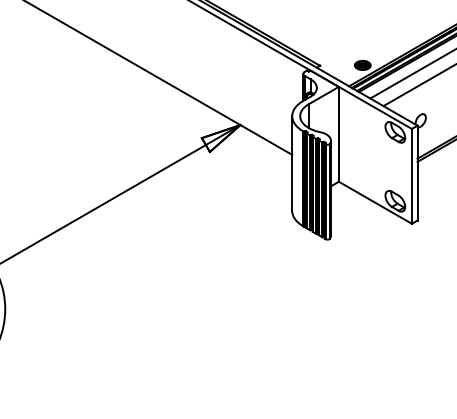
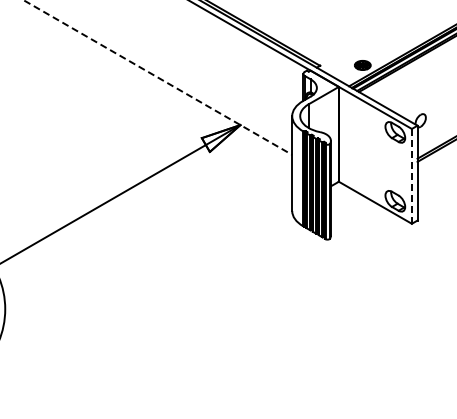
line at (411, 74): present -> none
line at (158, 77): solid -> dashed
line at (418, 85): present -> none
line at (411, 176): solid -> dashed
